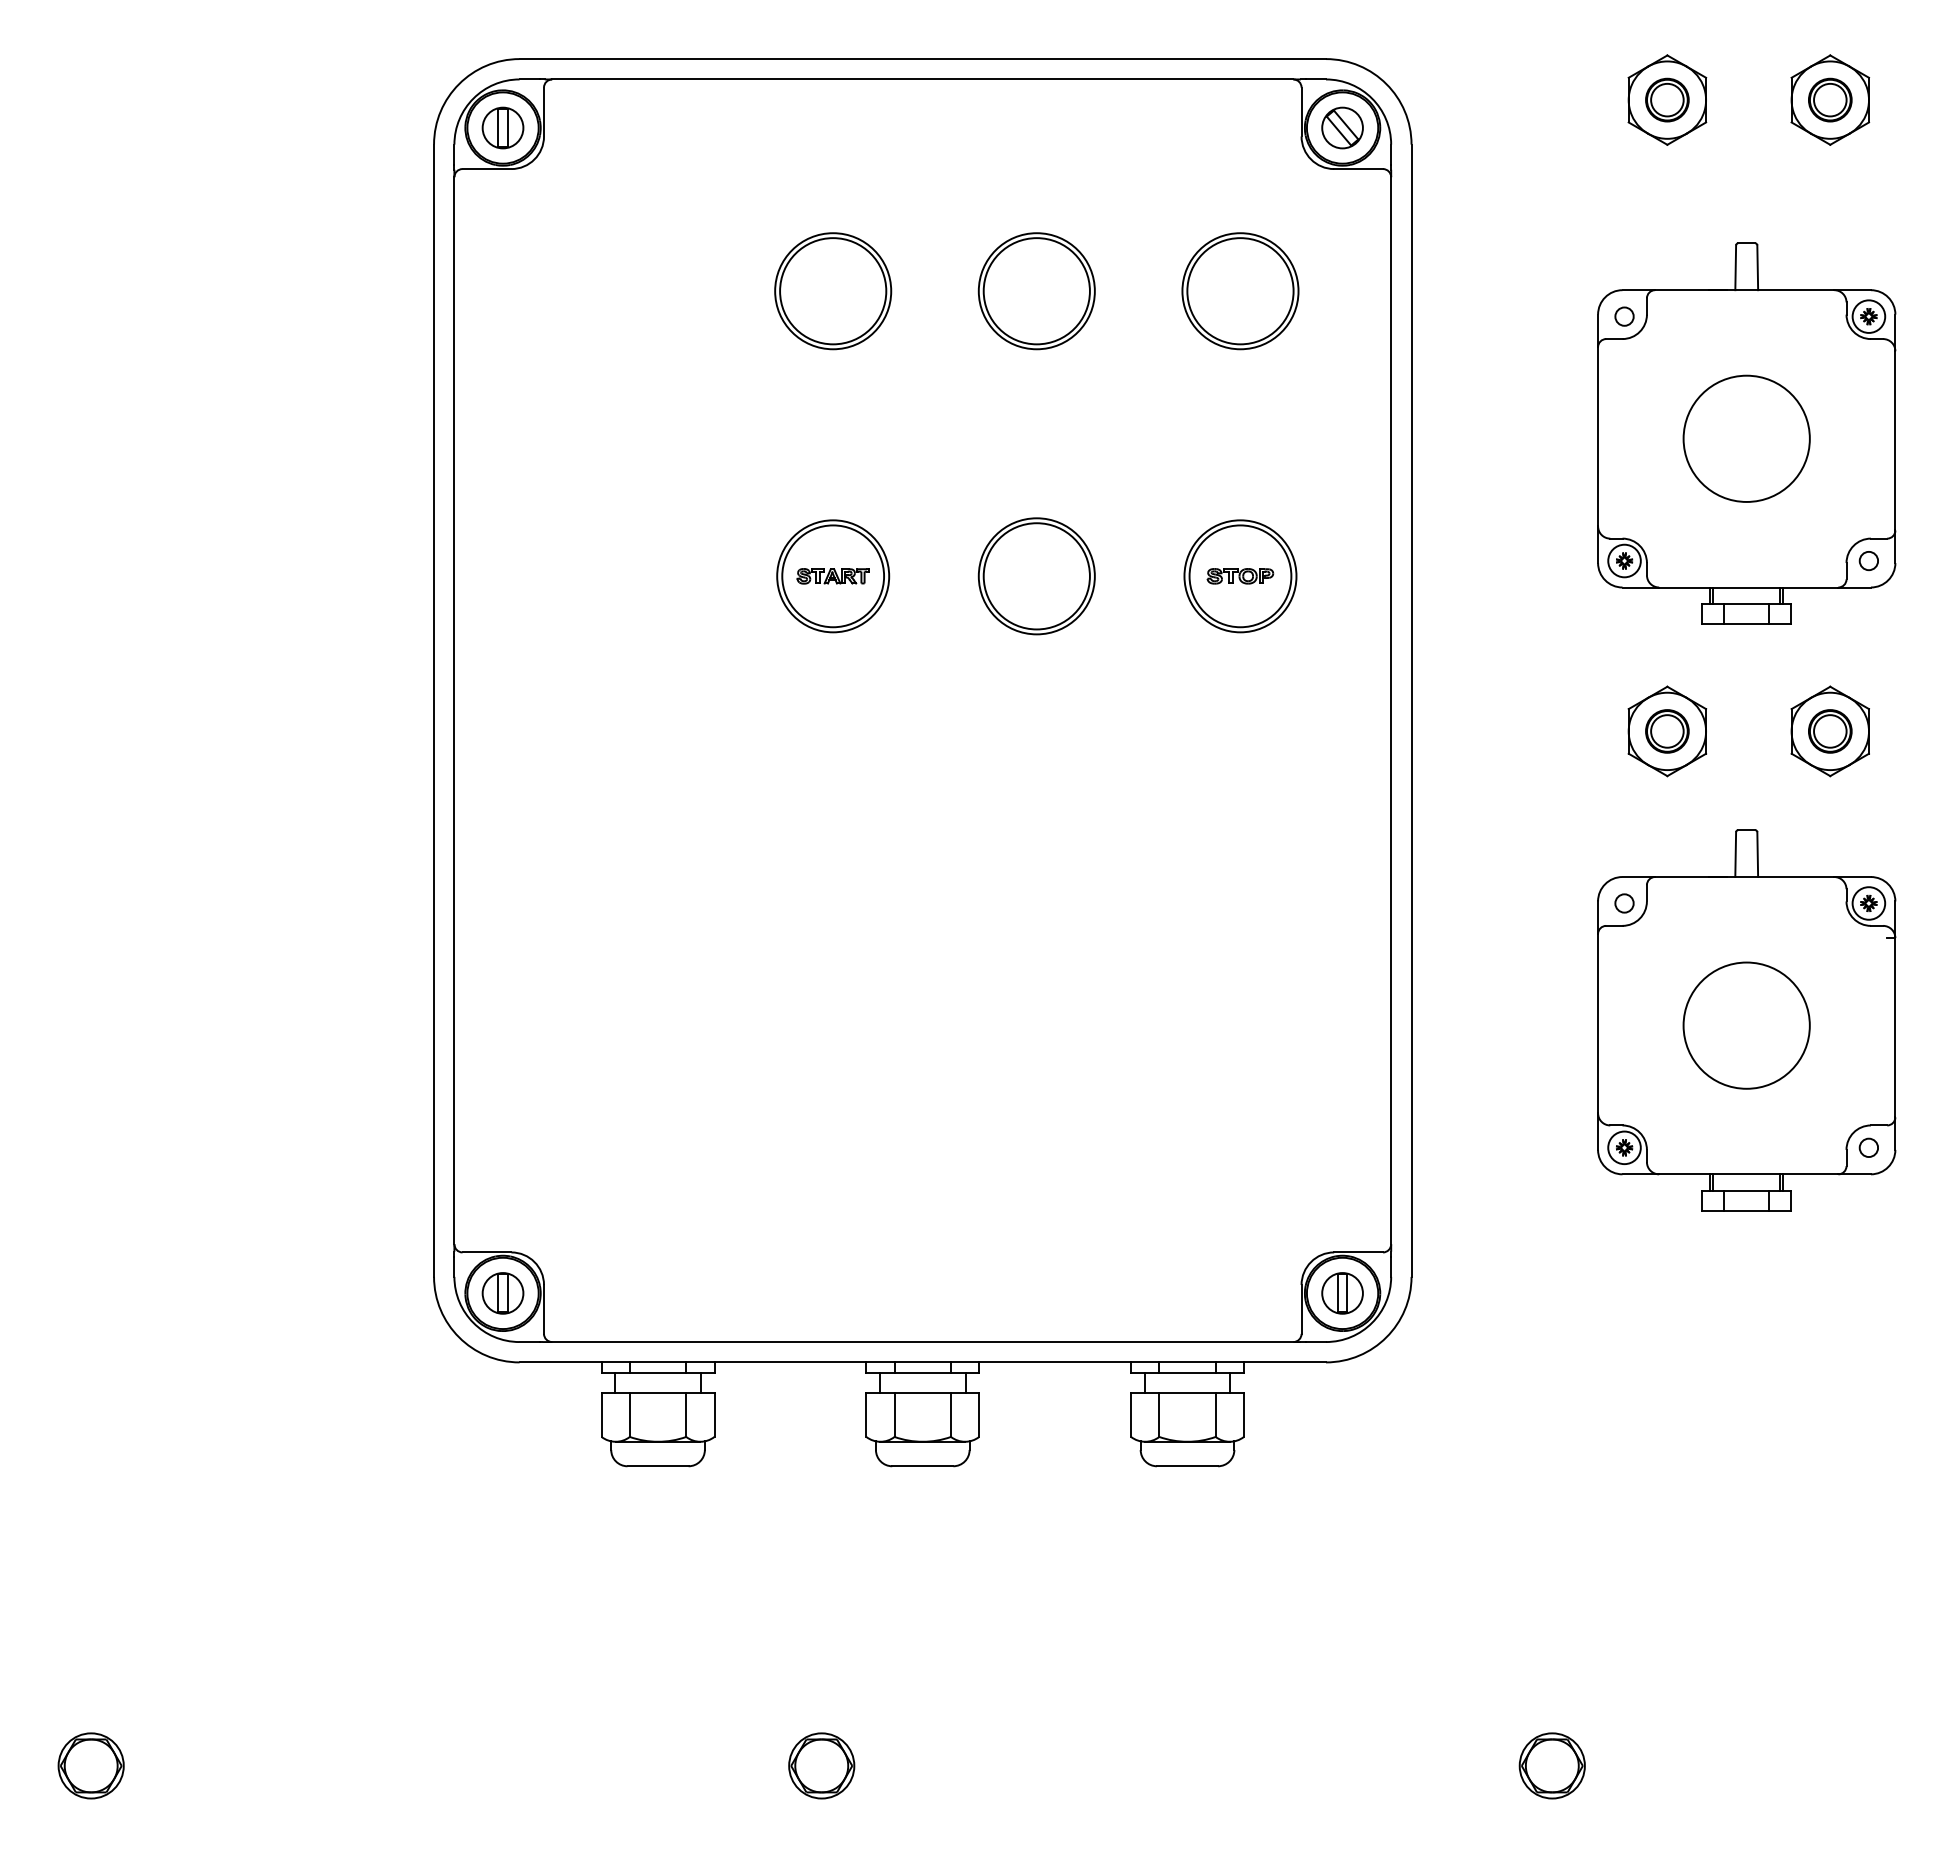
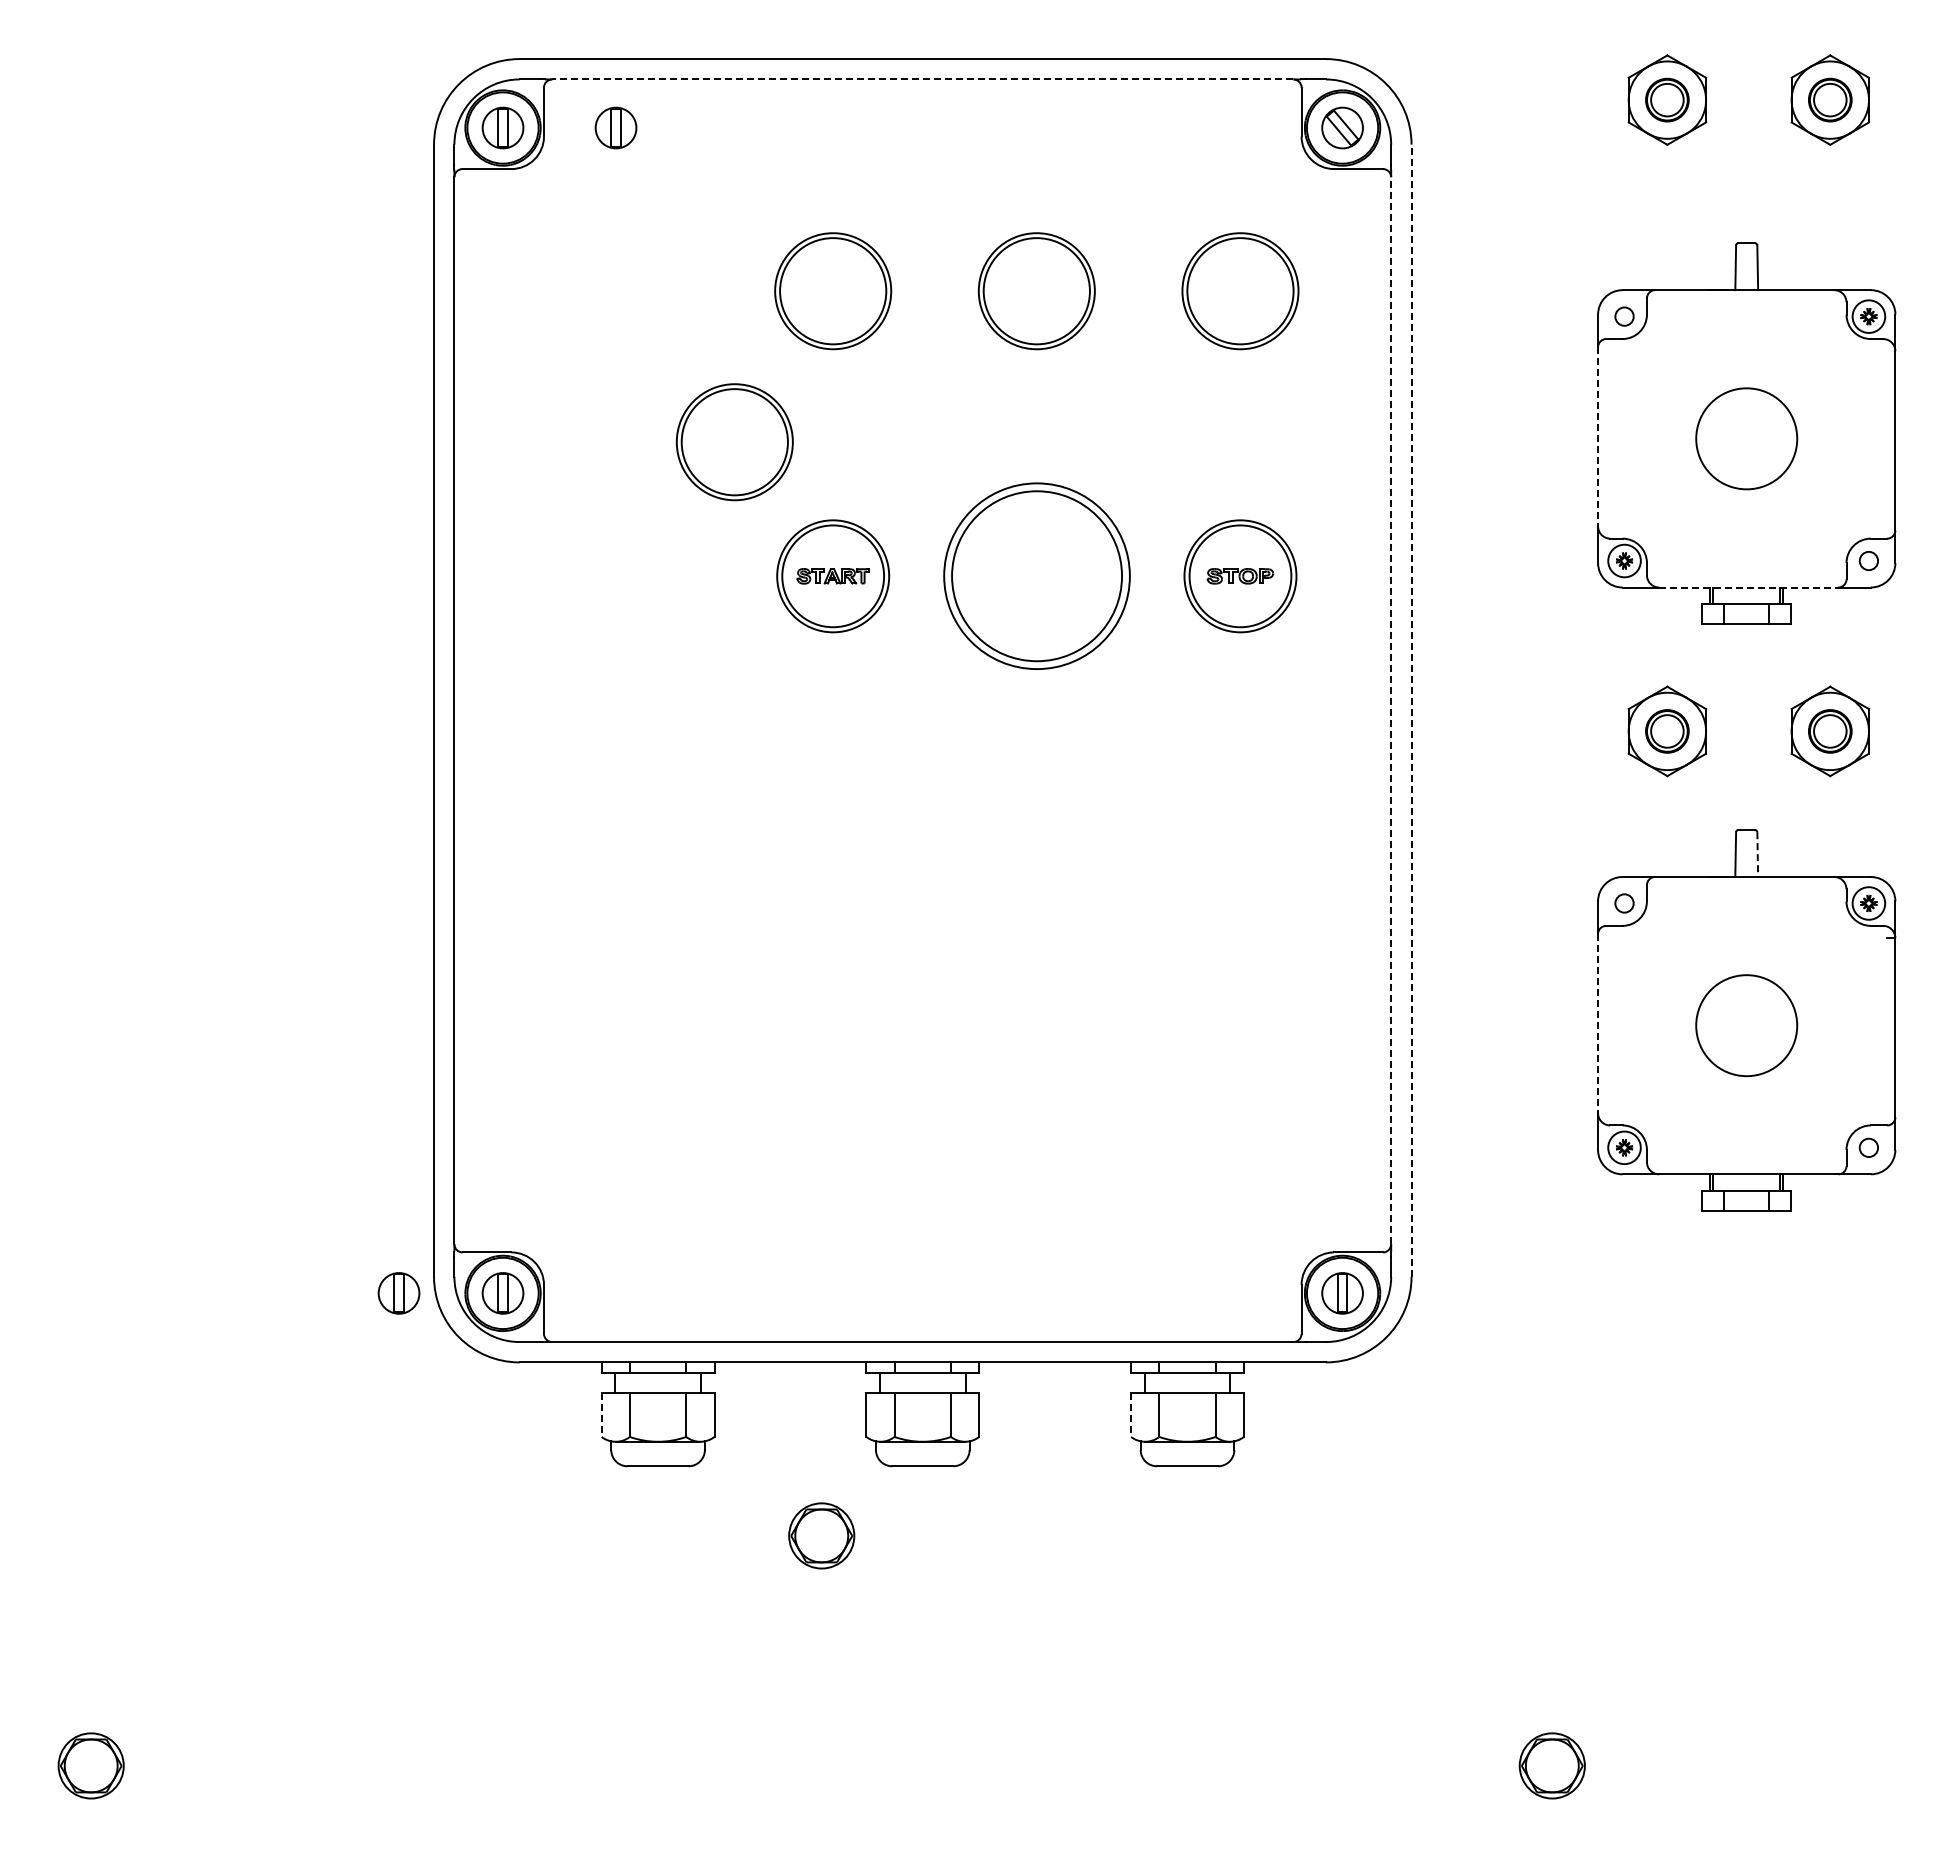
line at (922, 79): solid -> dashed
part at (615, 127): none -> present
line at (1598, 436): solid -> dashed
circle at (1746, 438) diameter: 126 px -> 101 px
part at (734, 442): none -> present
part at (1036, 576) size: 119x119 px -> 188x188 px
line at (1748, 587): solid -> dashed
line at (1391, 710): solid -> dashed
line at (1411, 710): solid -> dashed
line at (1757, 855): solid -> dashed
line at (1598, 1023): solid -> dashed
circle at (1746, 1025) diameter: 126 px -> 101 px
part at (398, 1293): none -> present
line at (601, 1415): solid -> dashed
line at (1131, 1415): solid -> dashed
part at (821, 1765) position: (821, 1765) -> (821, 1535)
